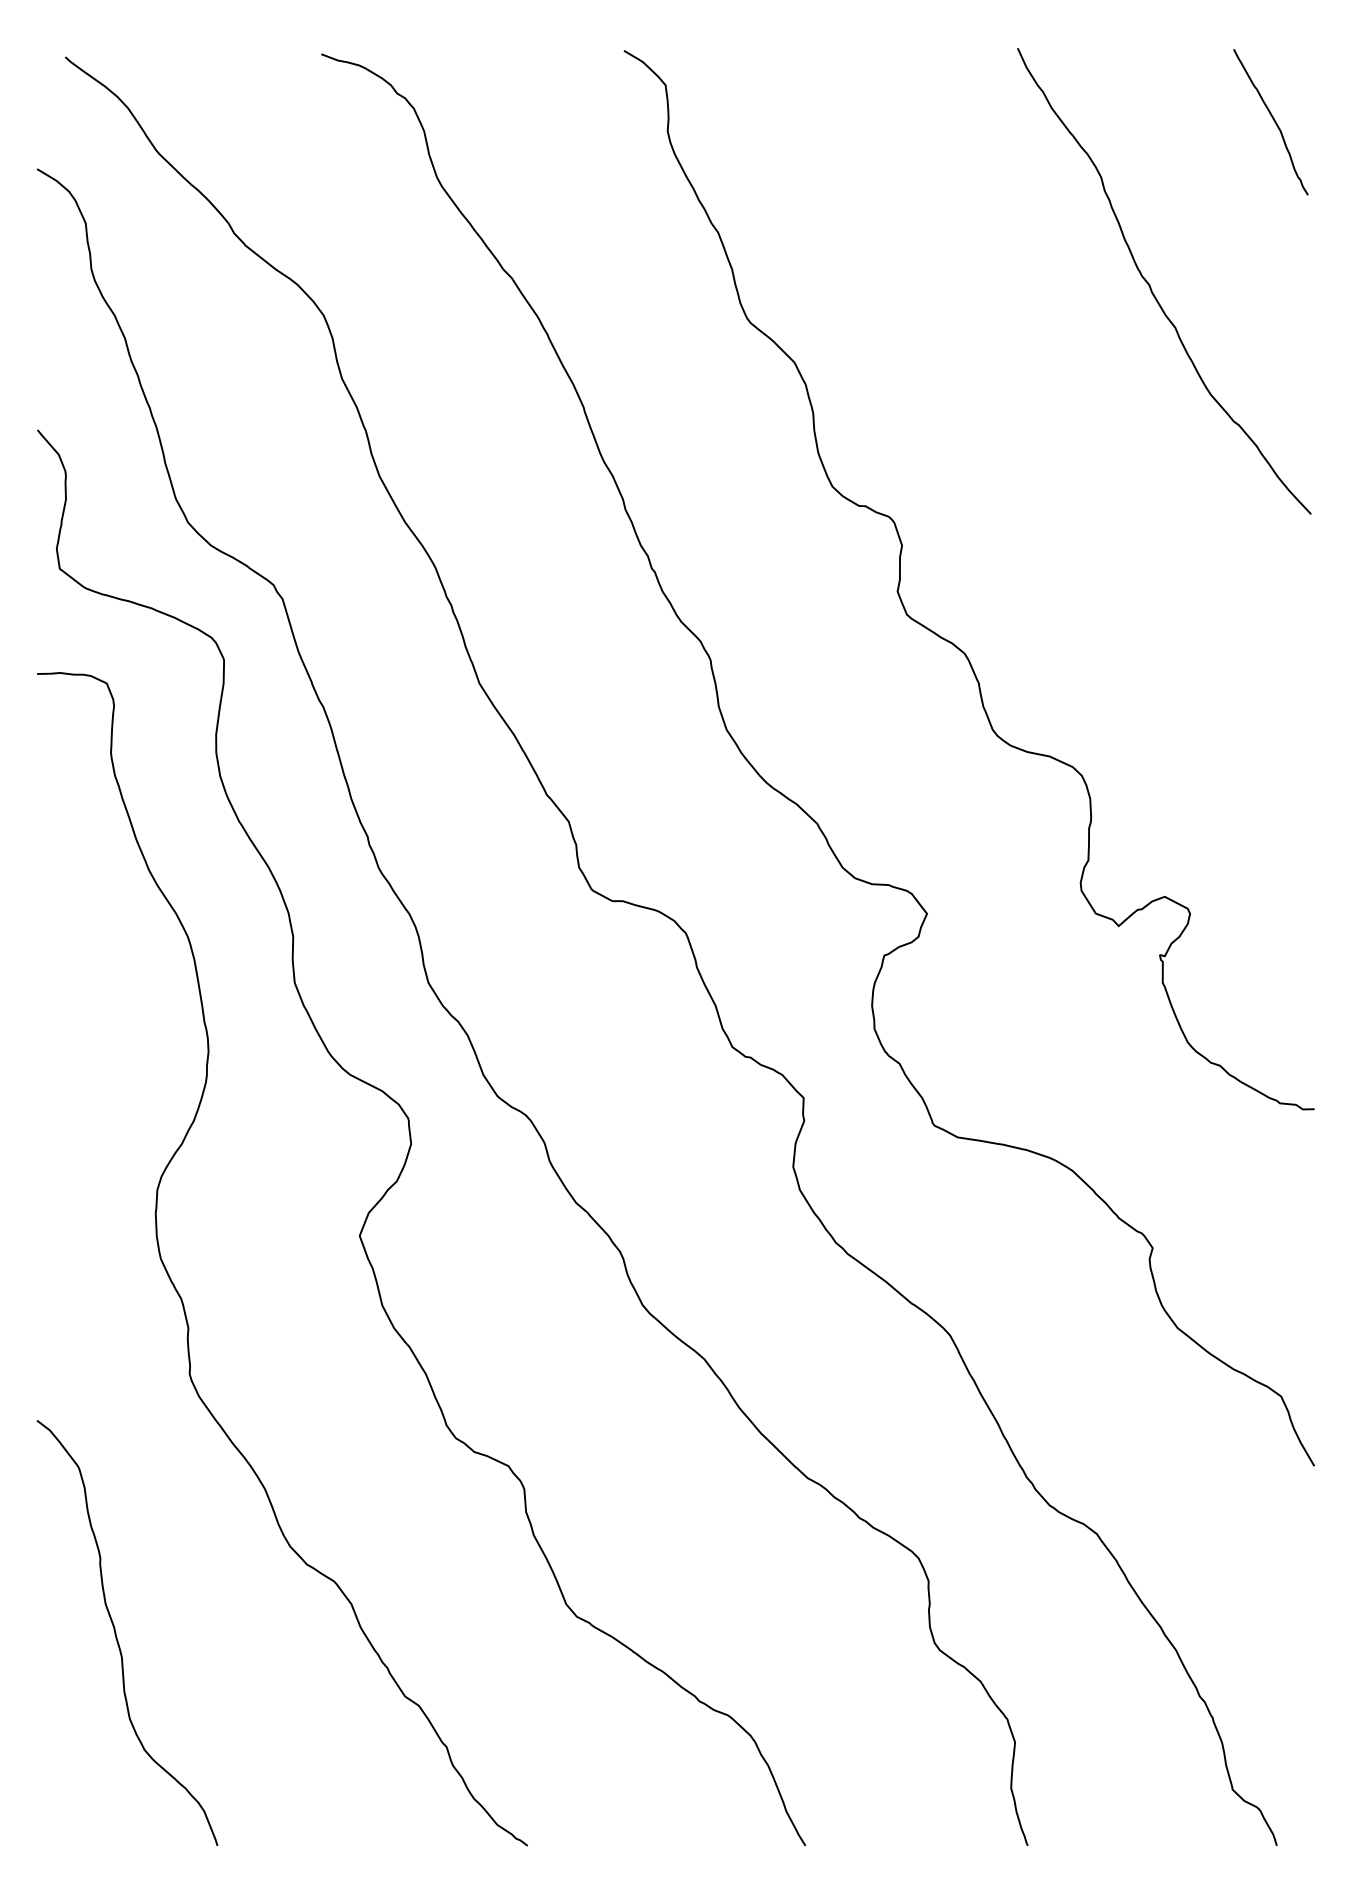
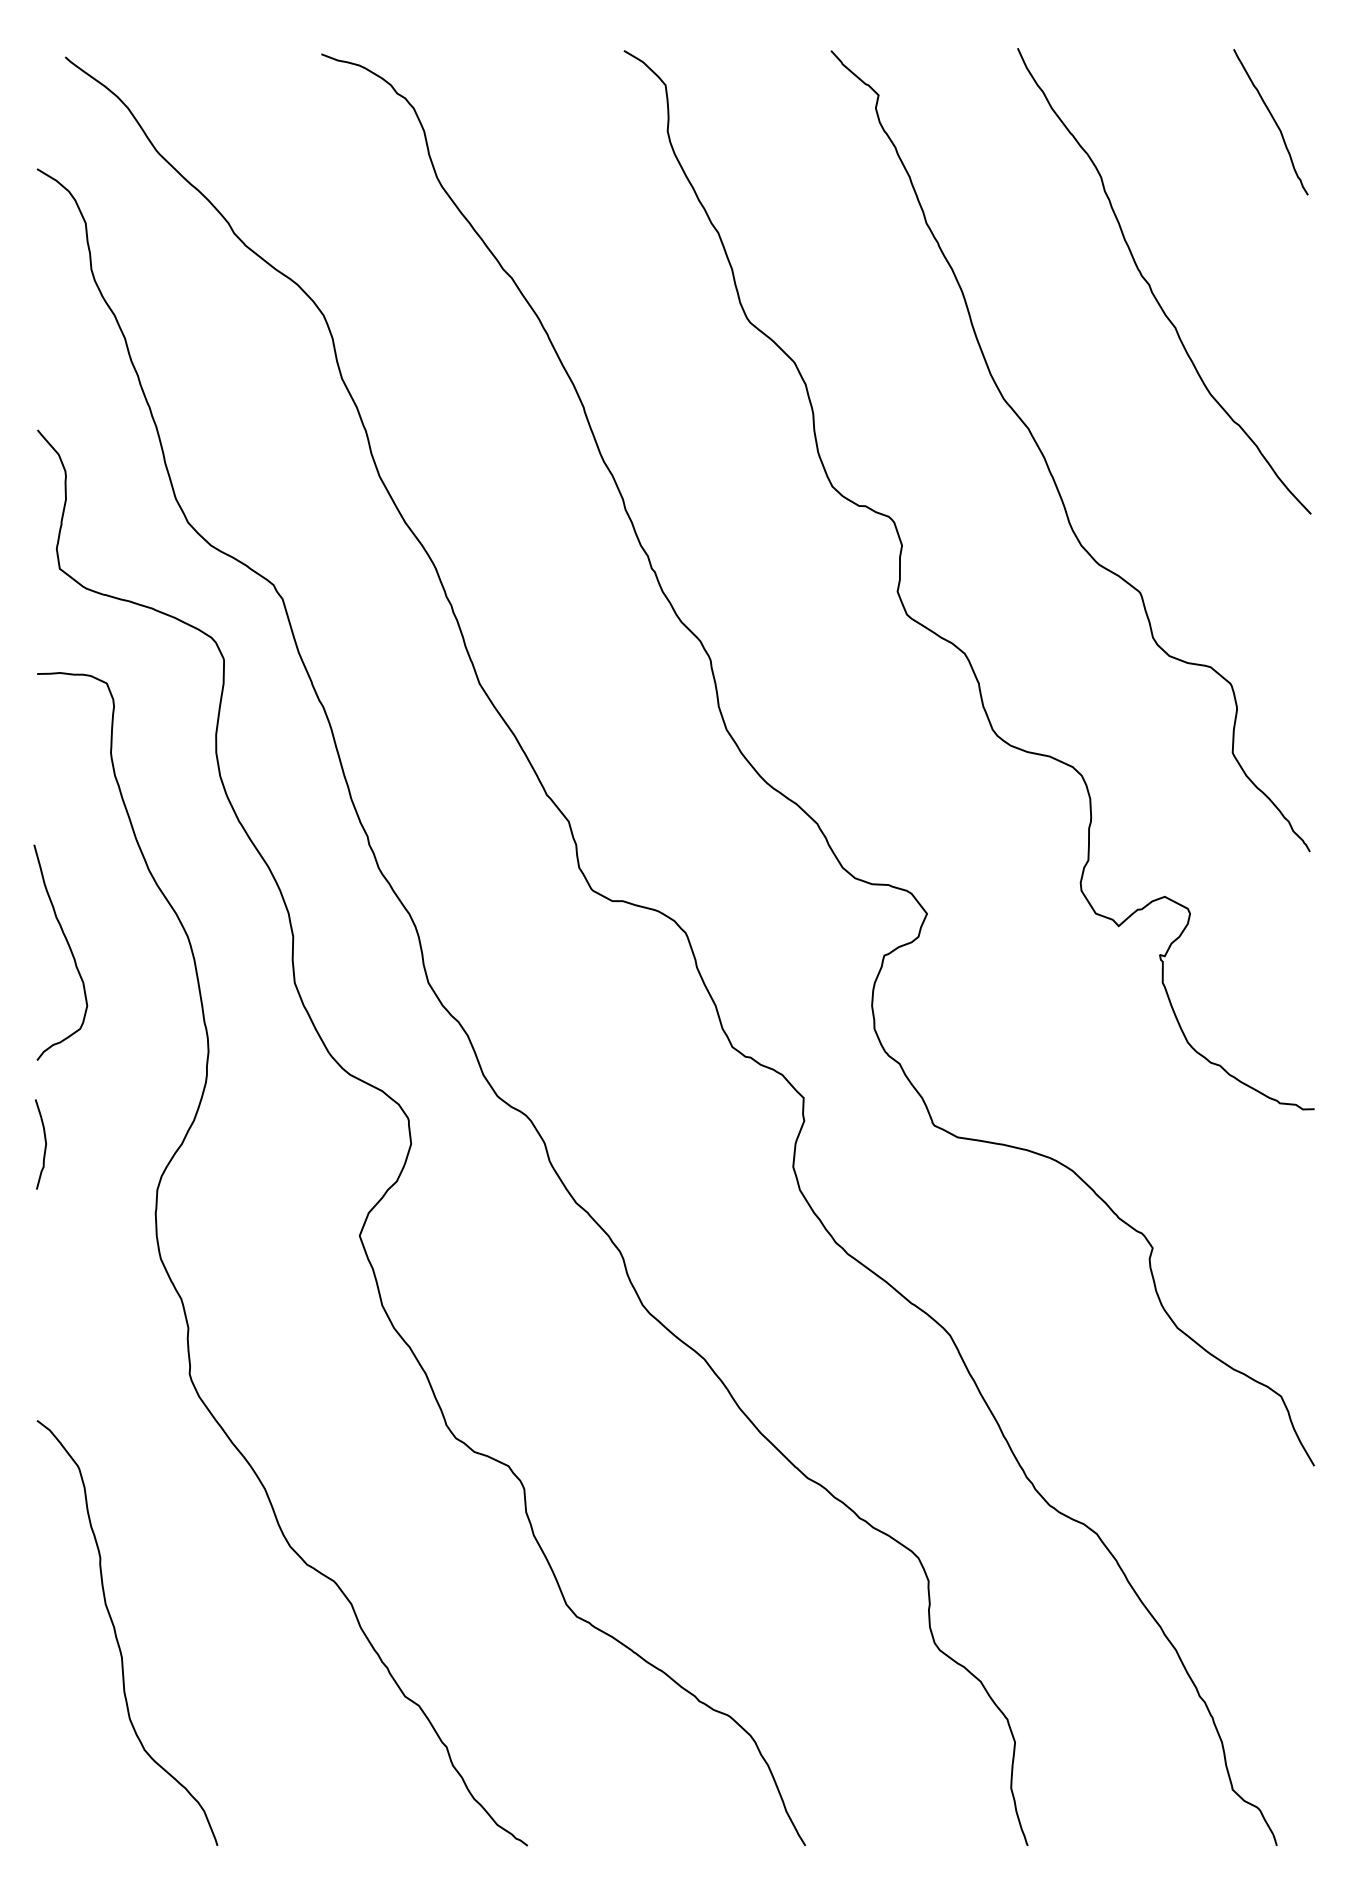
curve at (1047, 462): none -> present
curve at (68, 947): none -> present
curve at (44, 1146): none -> present
